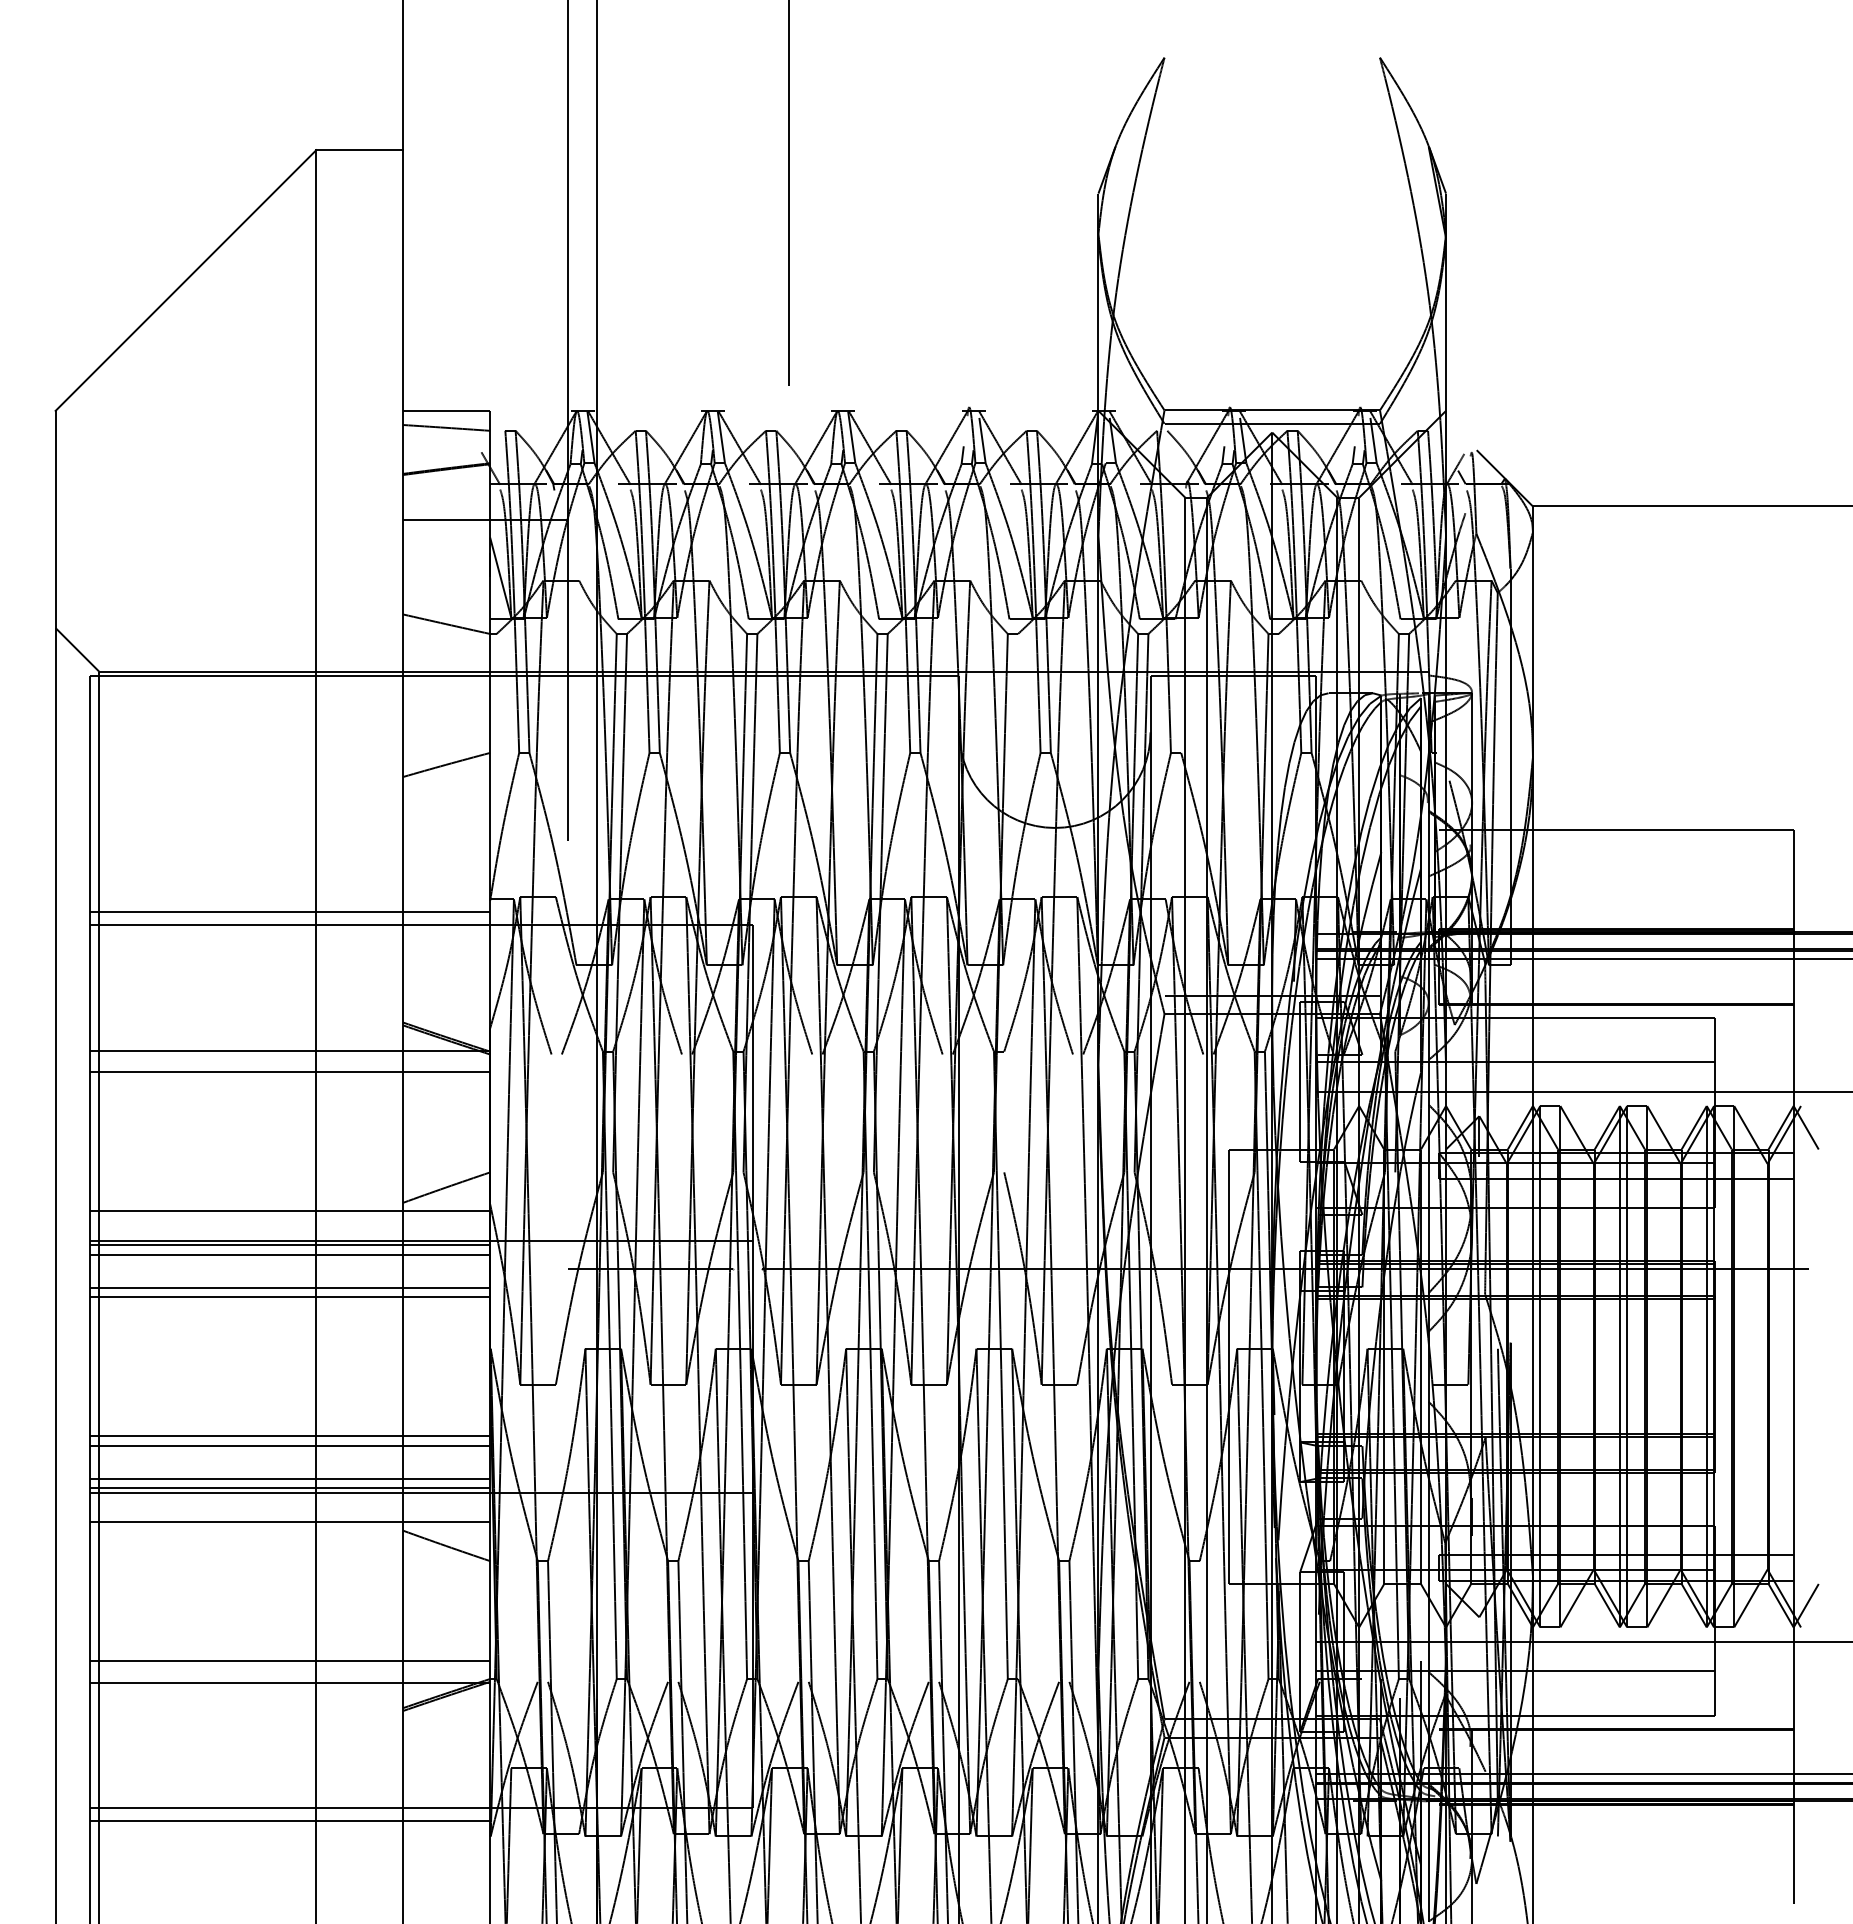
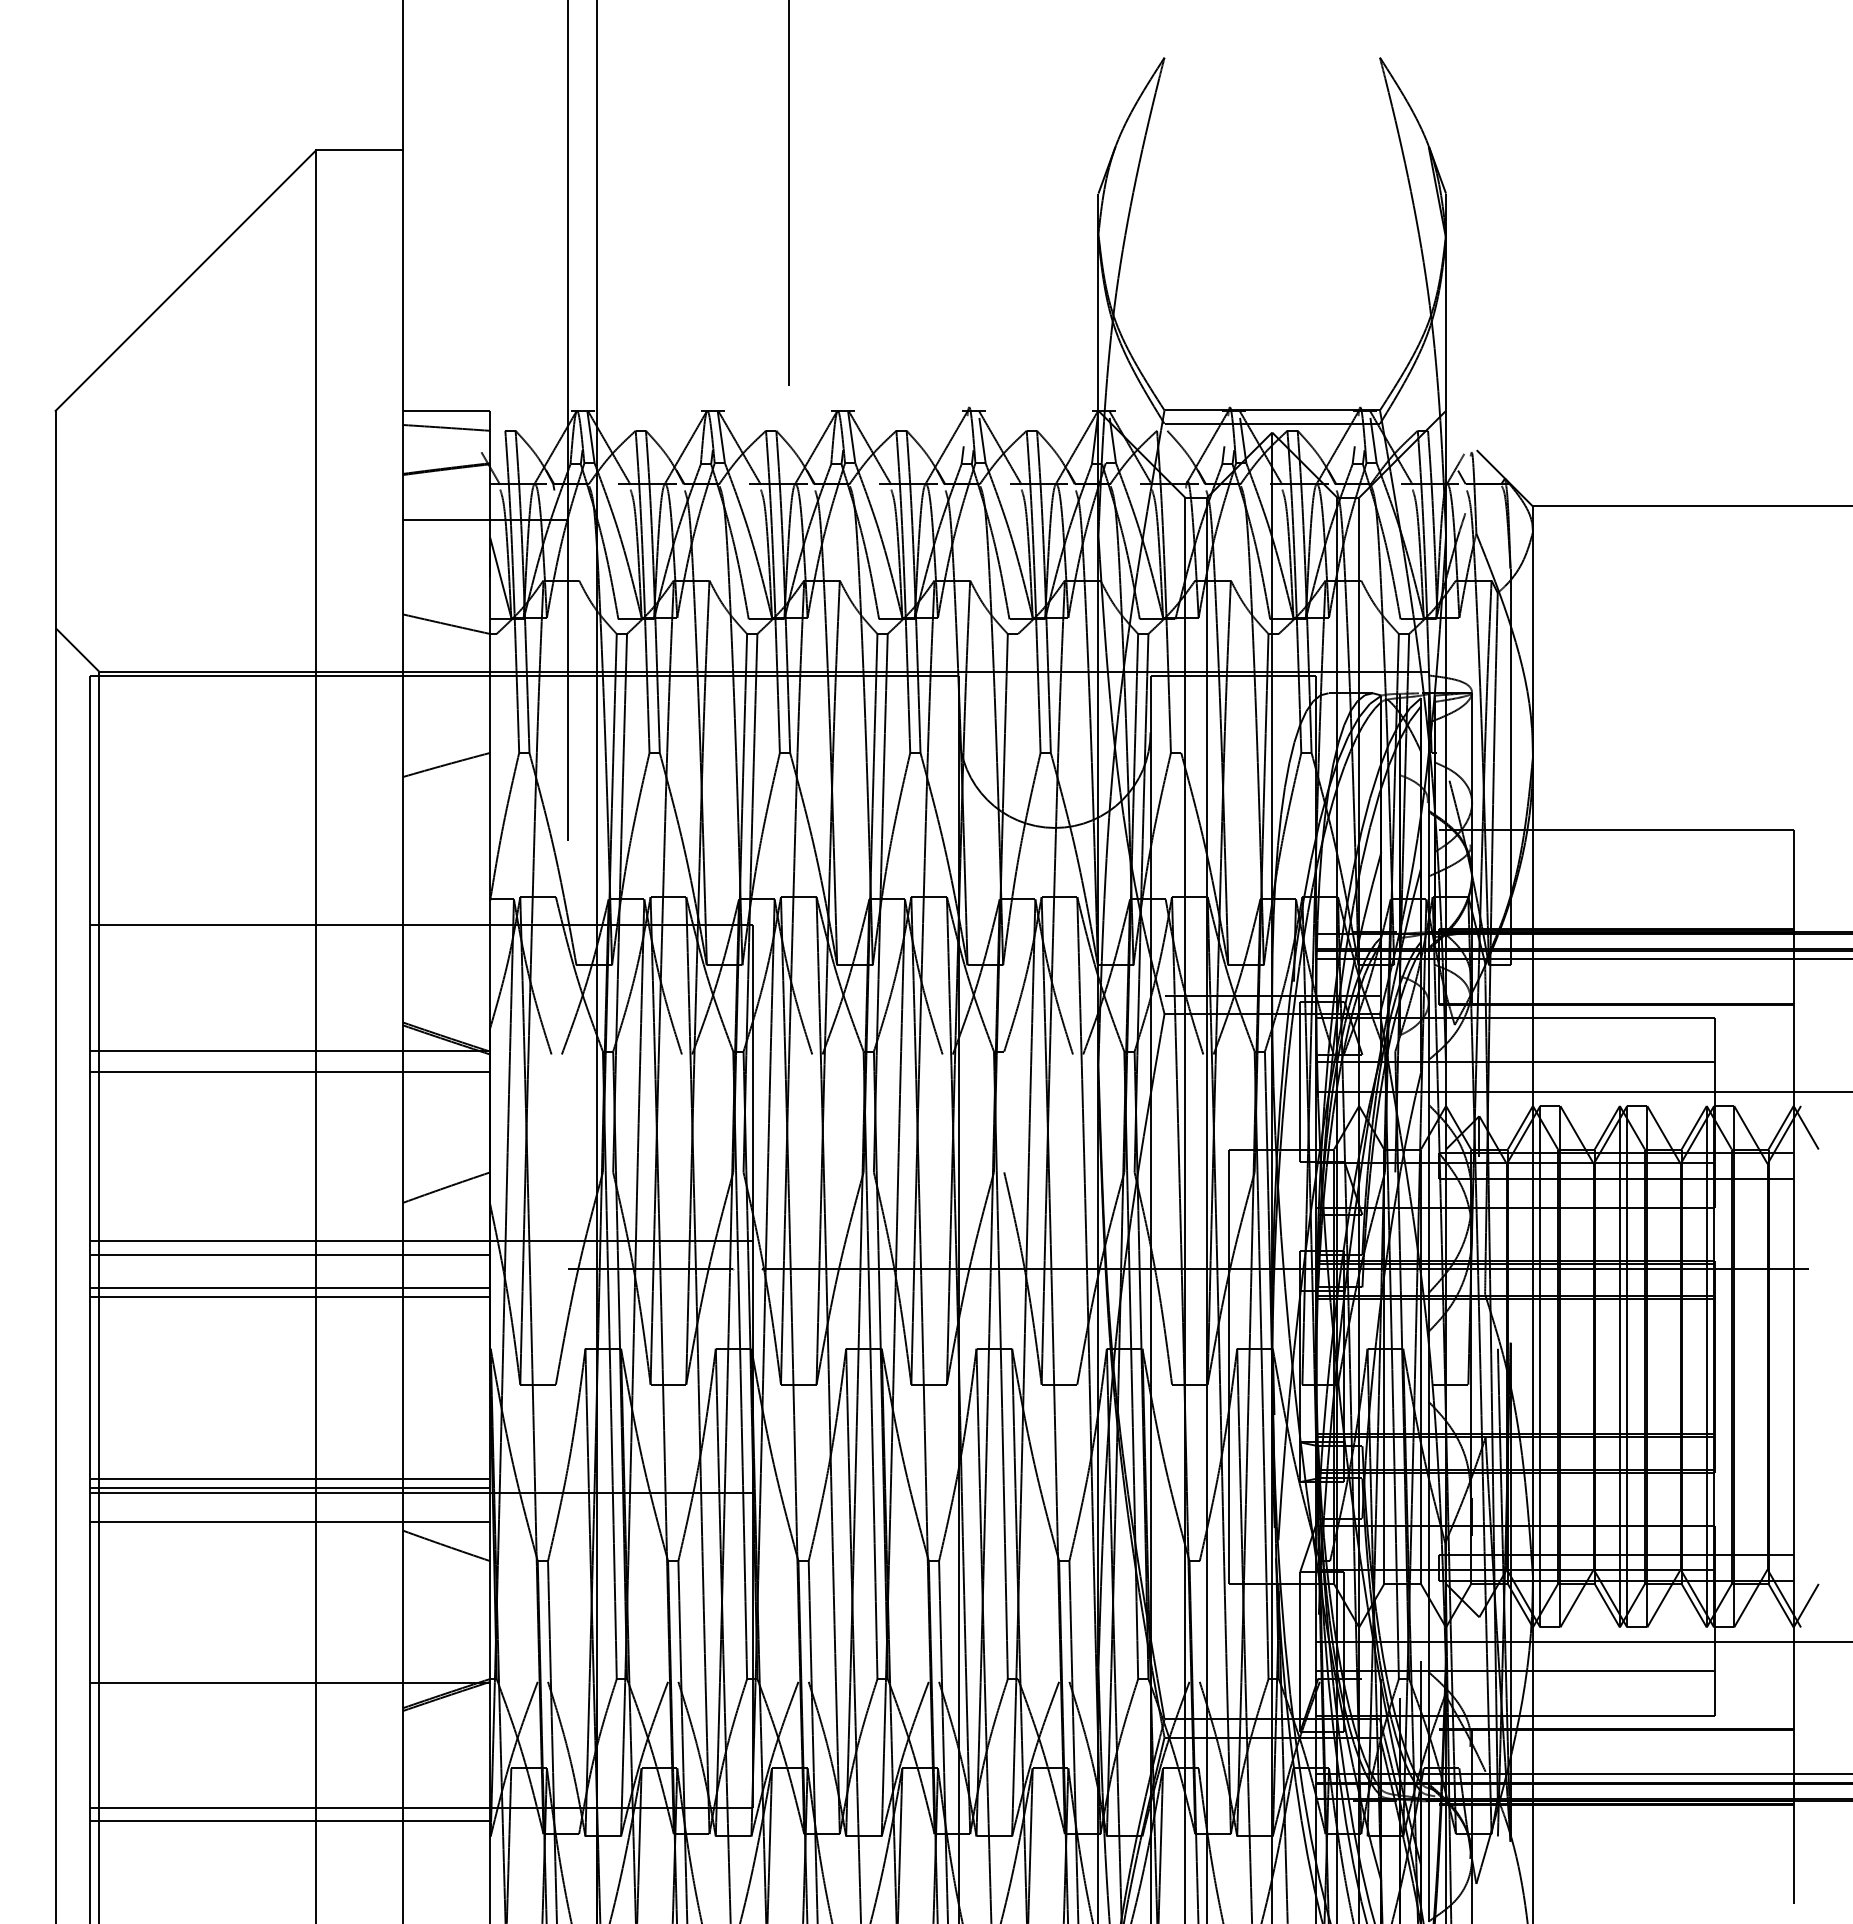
line at (290, 912): present -> none
line at (290, 1211): present -> none
line at (290, 1245): present -> none
line at (290, 1436): present -> none
line at (290, 1445): present -> none
line at (290, 1661): present -> none
